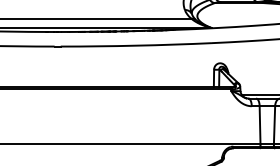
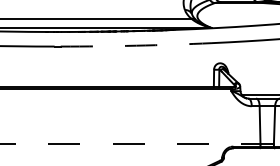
arc at (136, 45): solid -> dashed
line at (140, 144): solid -> dashed
